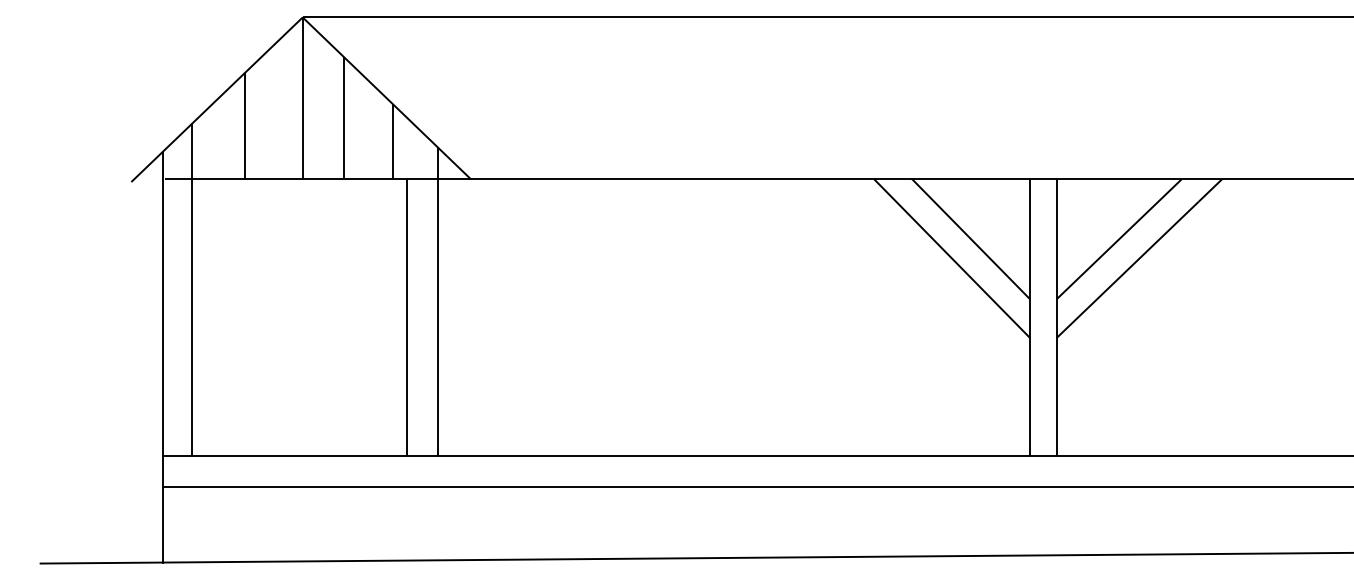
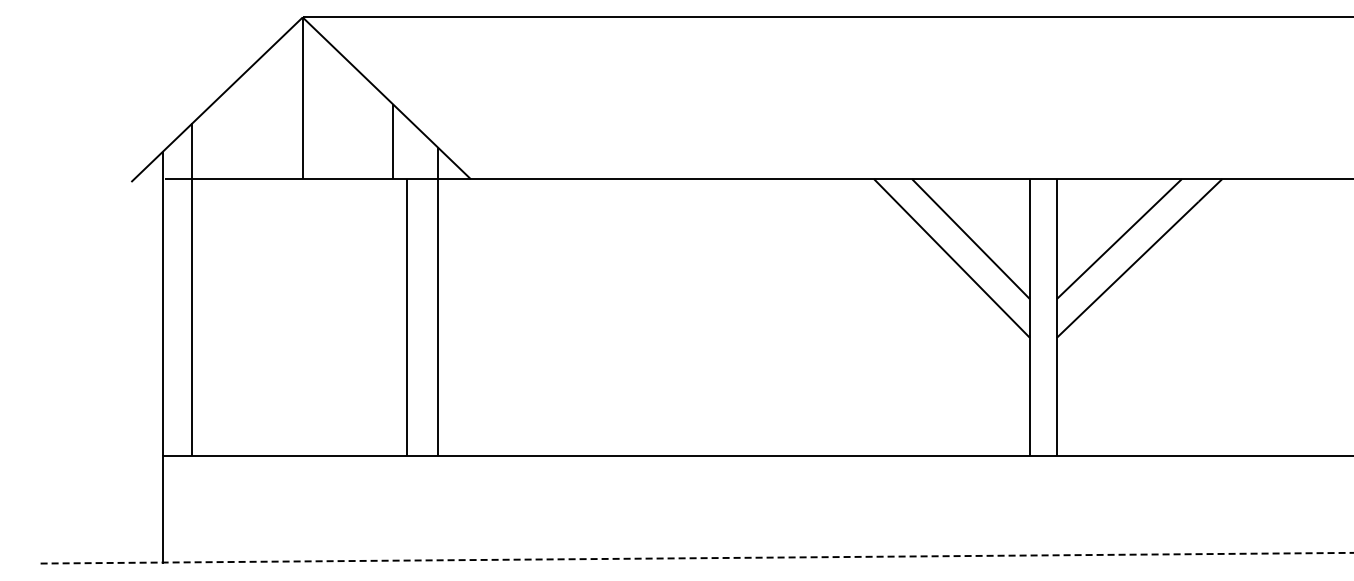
line at (343, 117): present -> none
line at (245, 125): present -> none
line at (756, 486): present -> none
line at (697, 558): solid -> dashed
